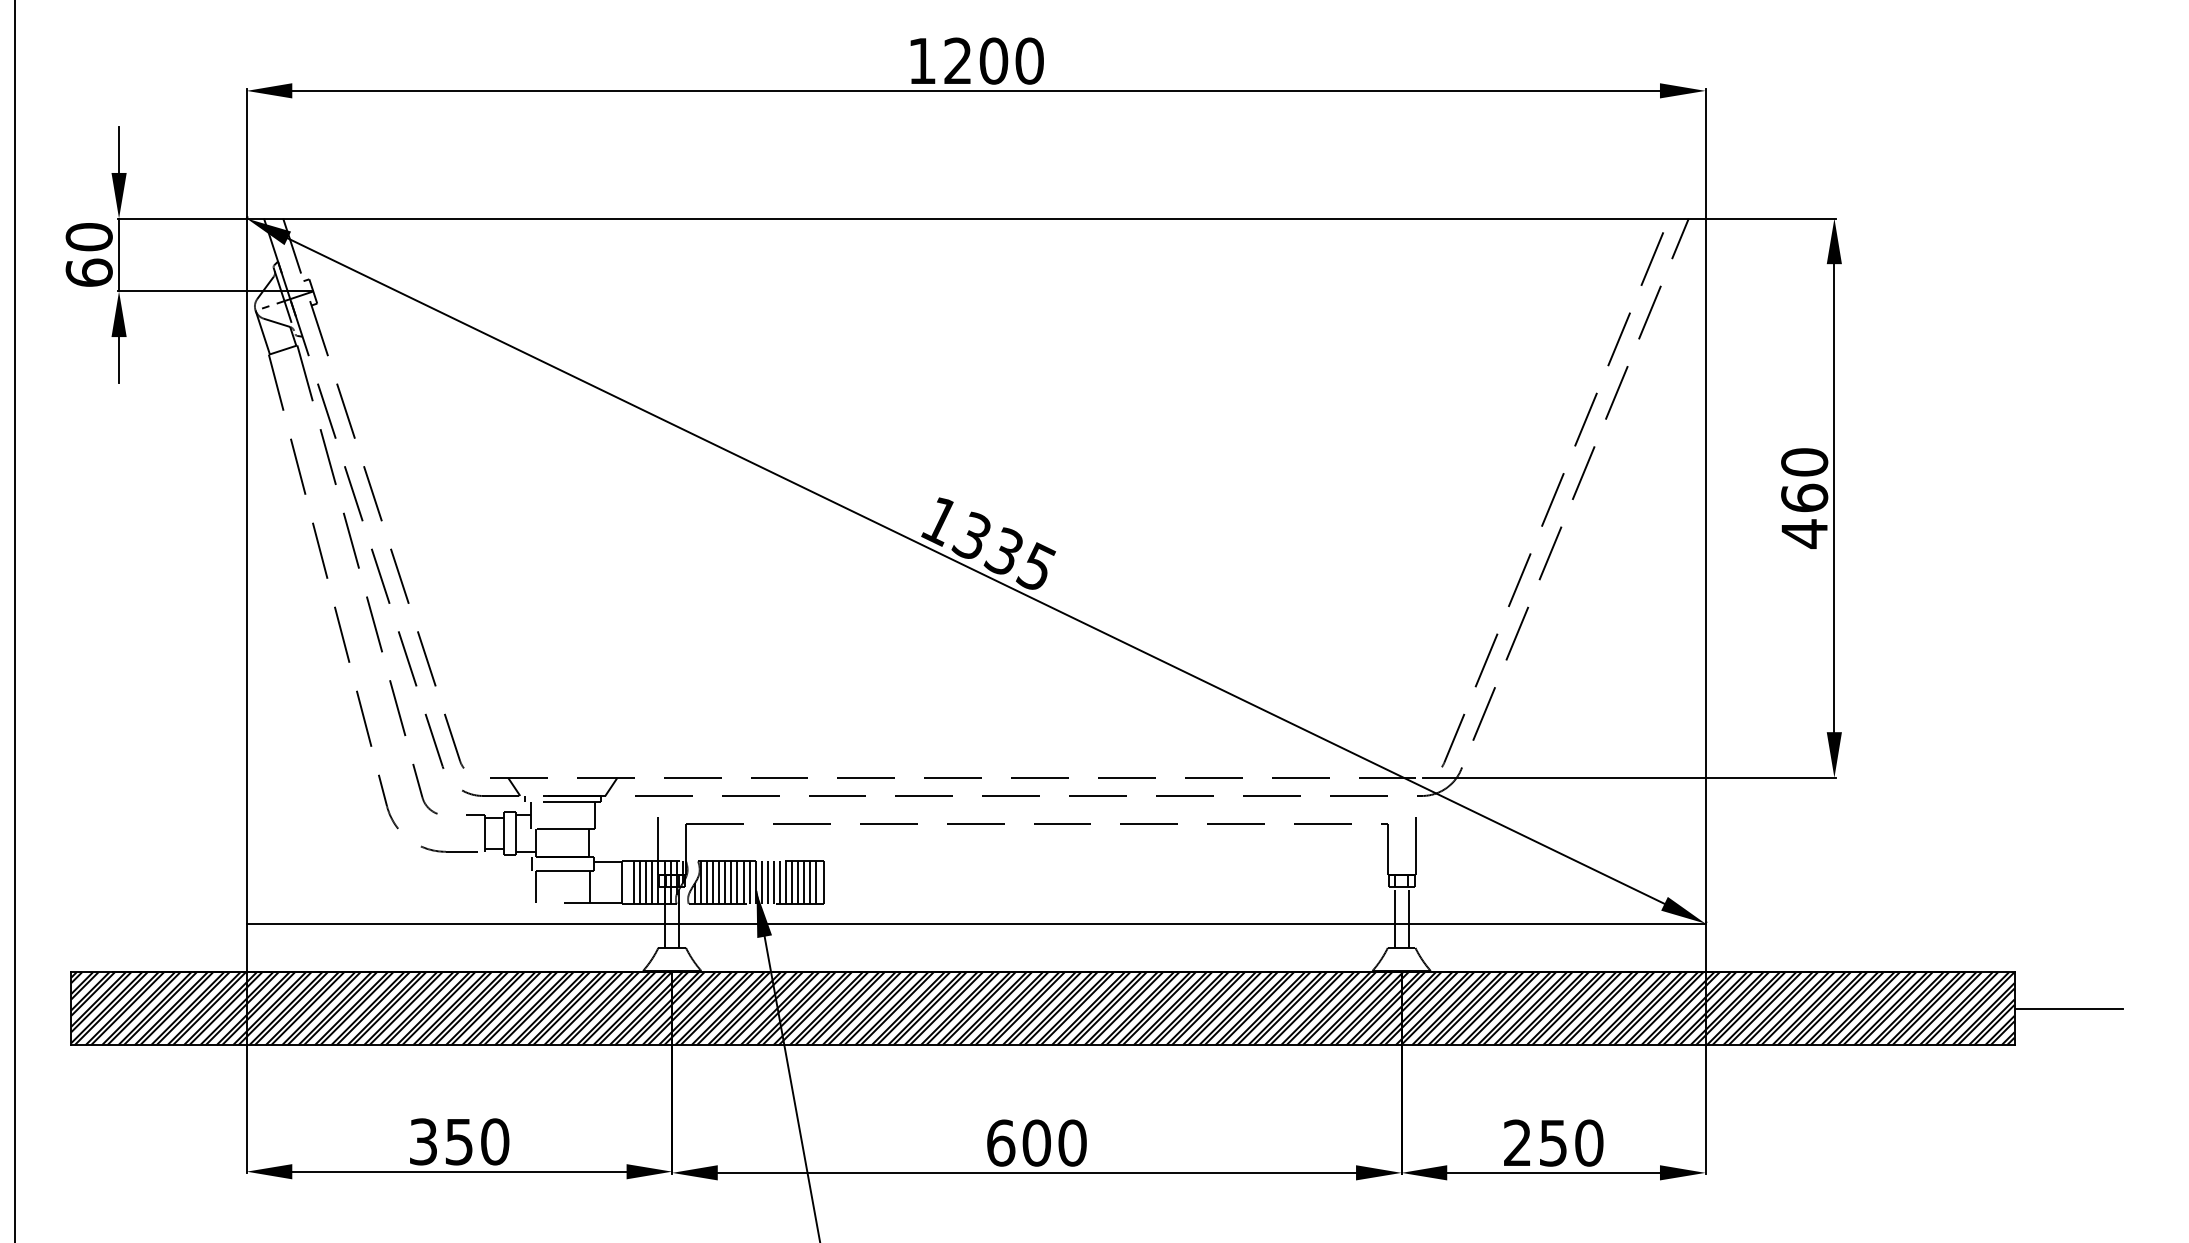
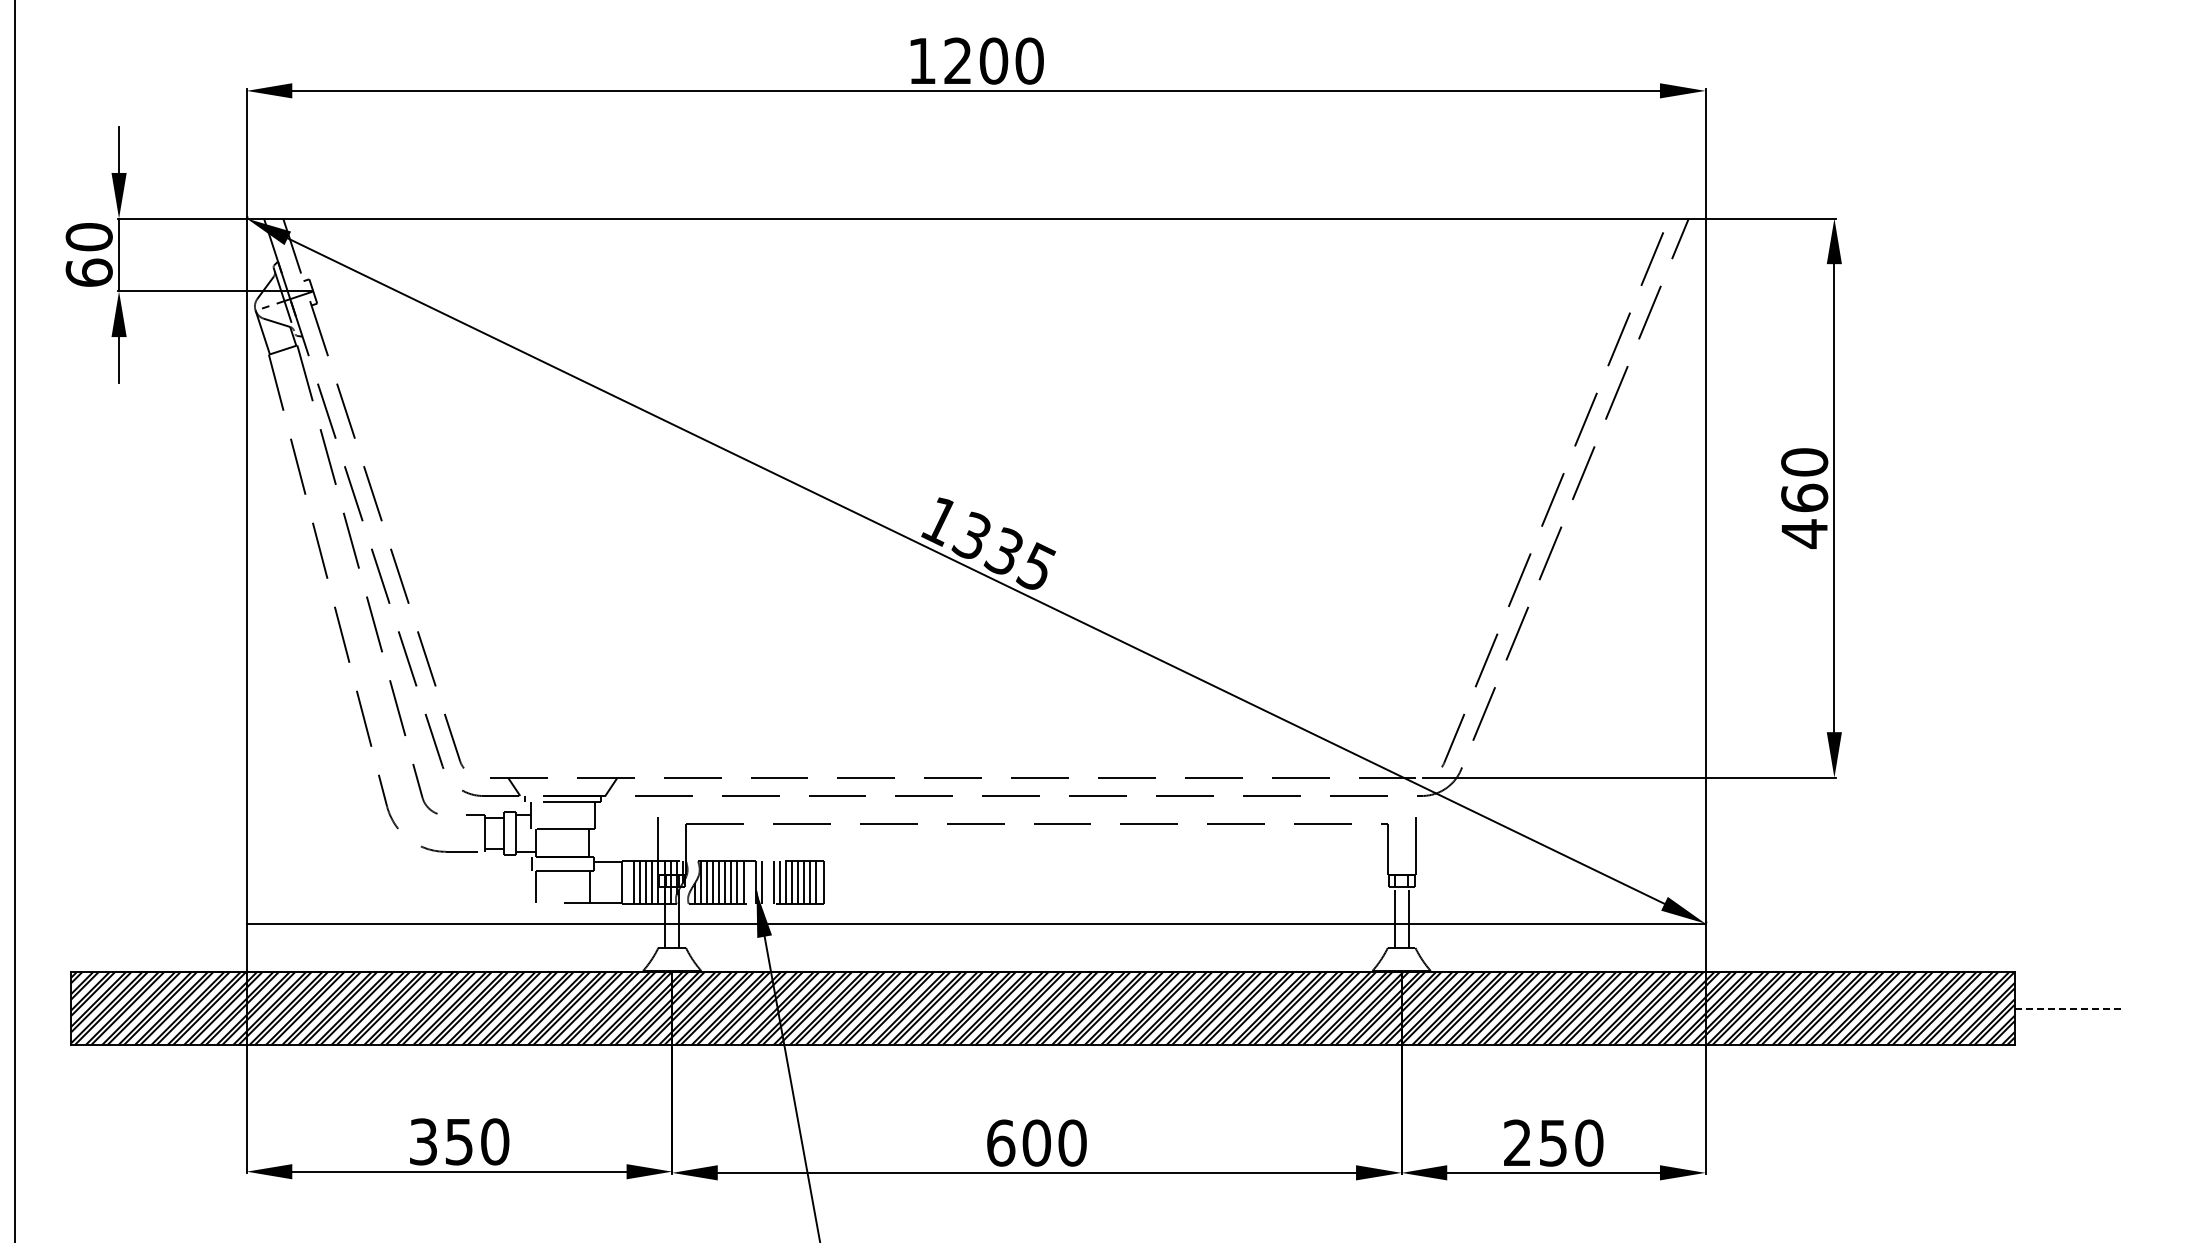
line at (749, 882): present -> none
line at (767, 882): present -> none
line at (2069, 1008): solid -> dashed
